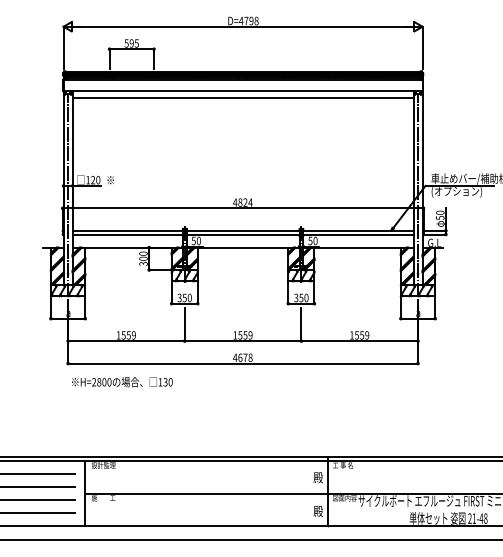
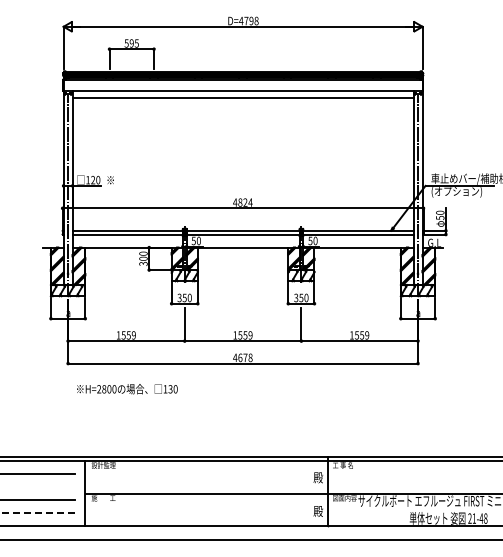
text at (122, 382) position: (122, 382) -> (127, 389)
line at (38, 486): present -> none
line at (38, 513): solid -> dashed
